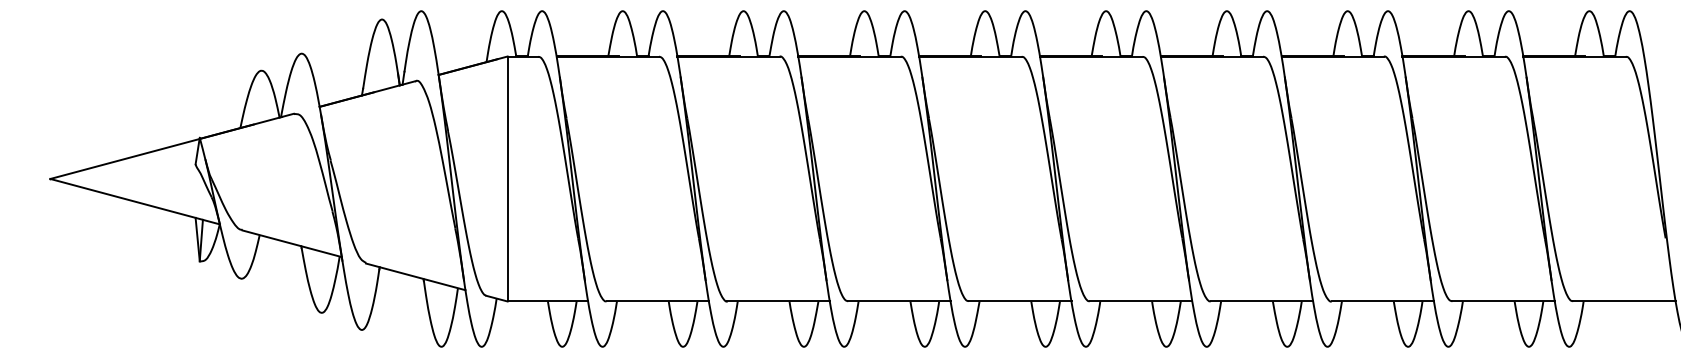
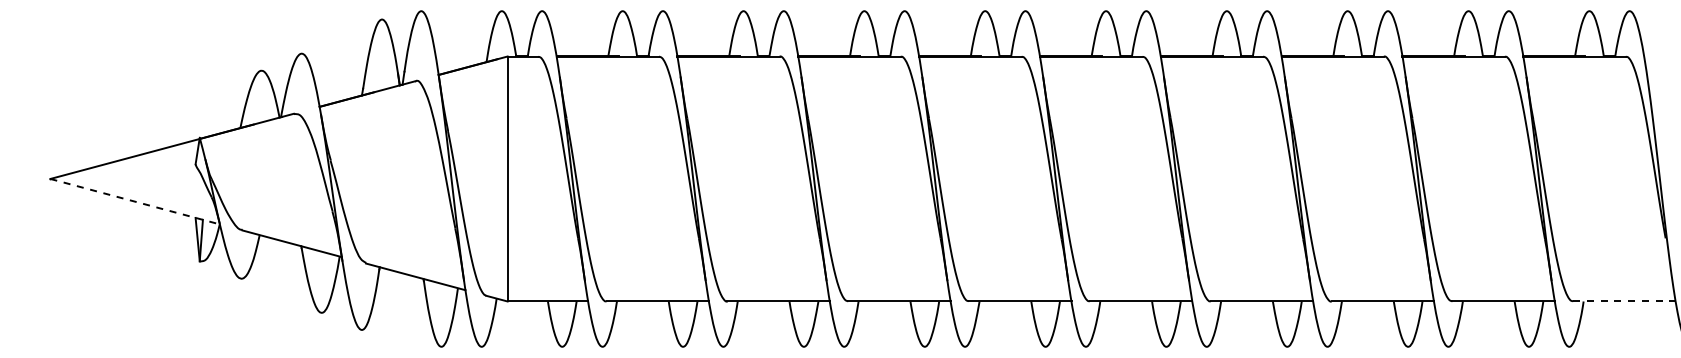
line at (135, 201): solid -> dashed
line at (1625, 301): solid -> dashed
